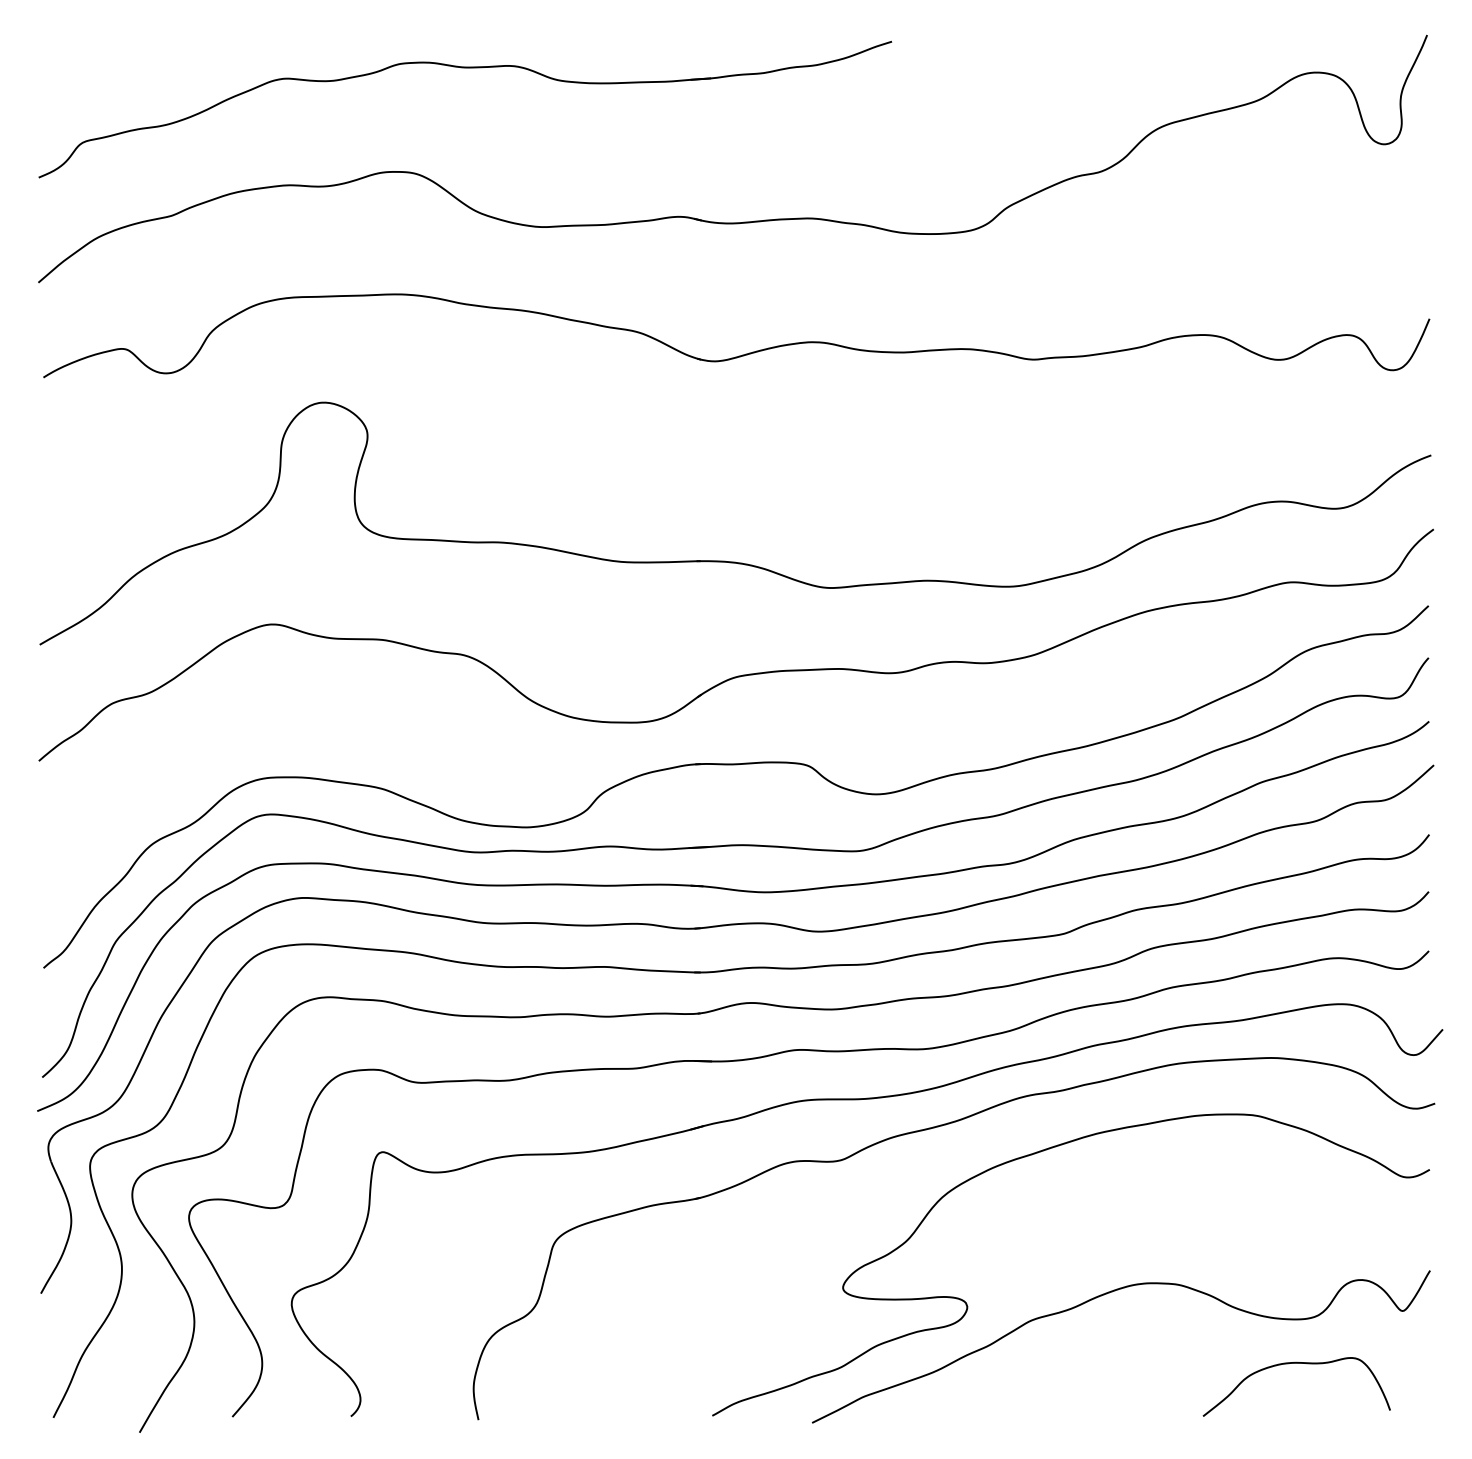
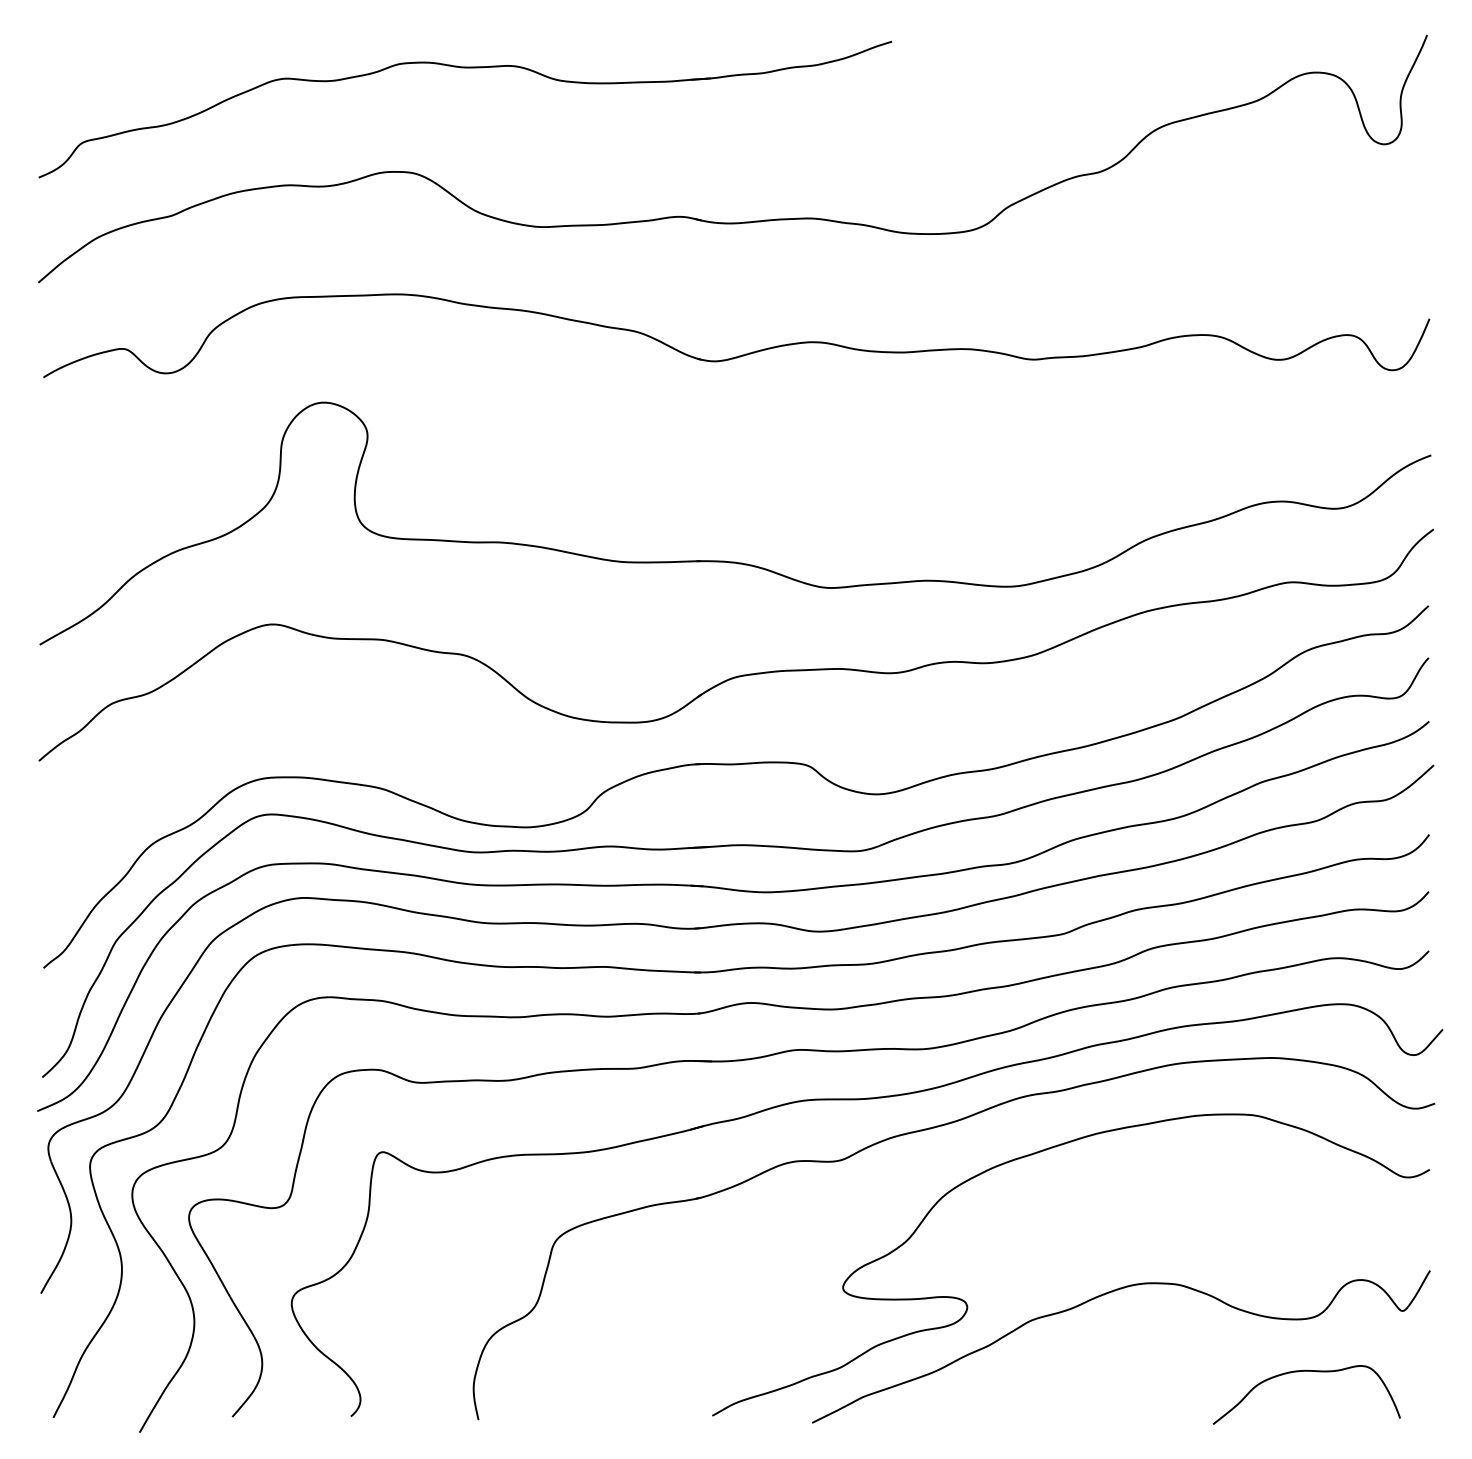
curve at (1296, 1363) position: (1296, 1363) -> (1306, 1371)
